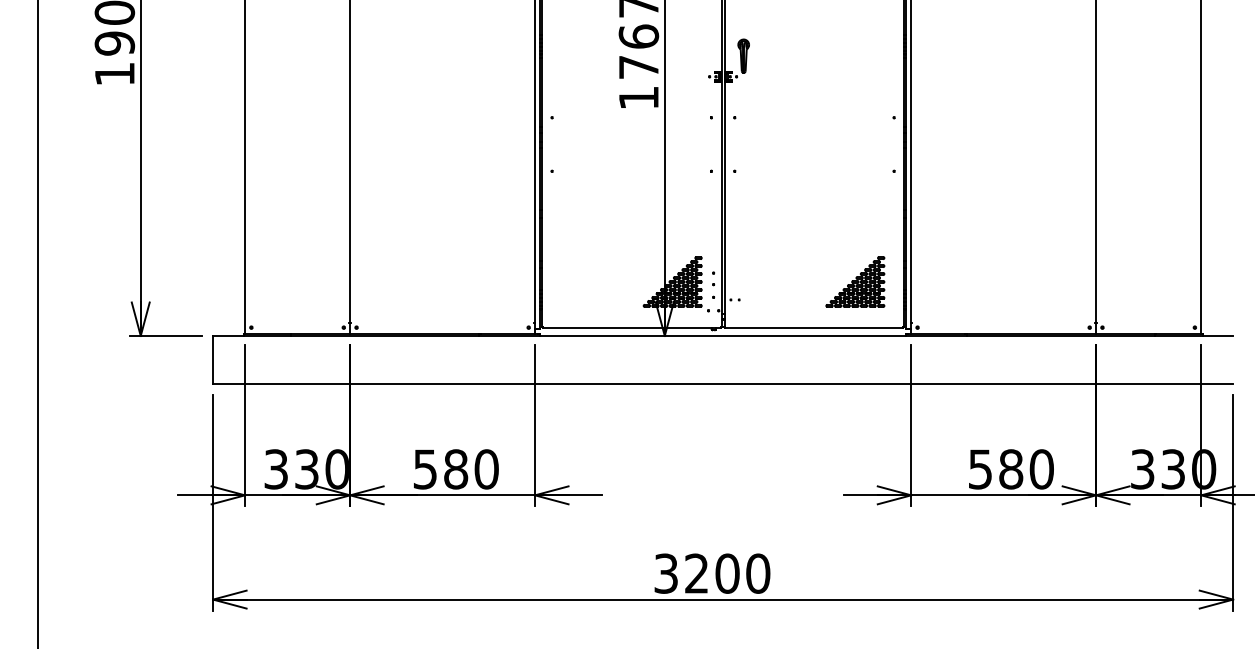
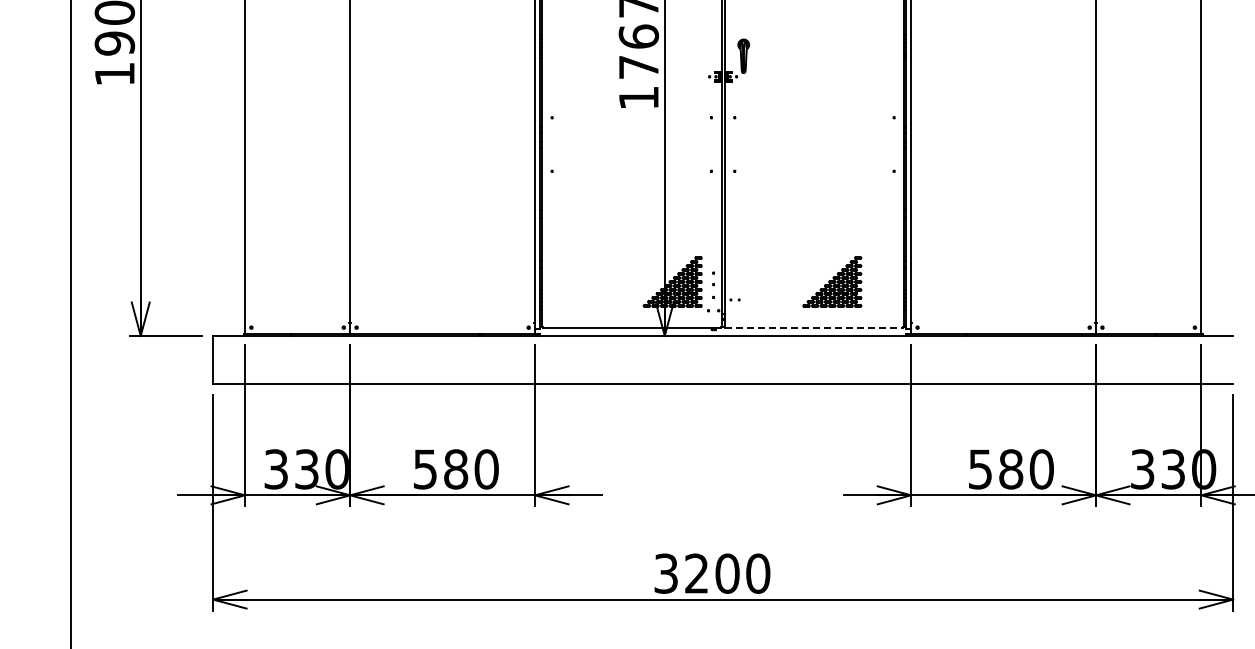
part at (855, 281) position: (855, 281) -> (832, 281)
line at (37, 323) position: (37, 323) -> (70, 323)
line at (814, 327): solid -> dashed
